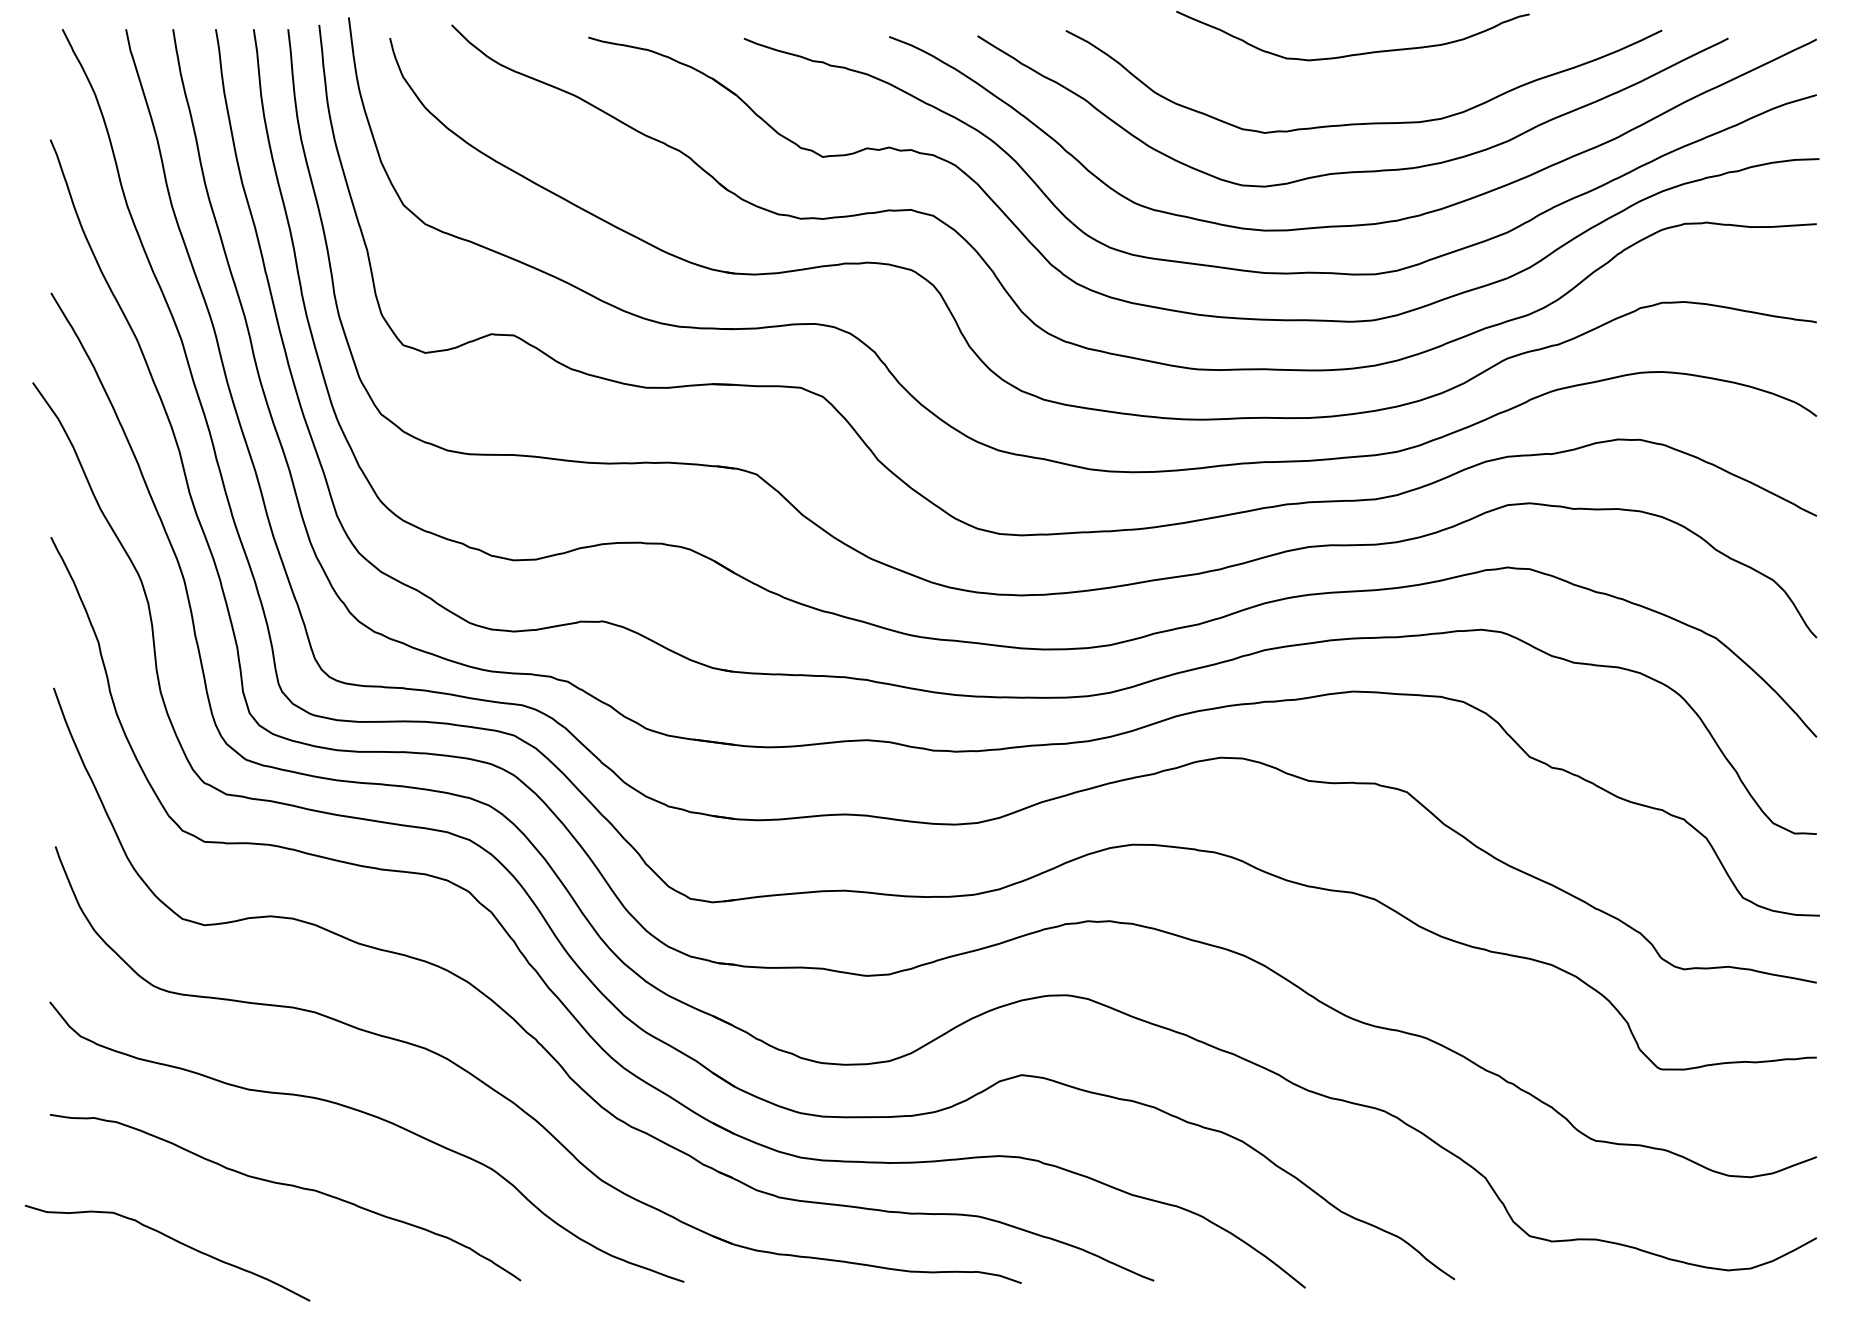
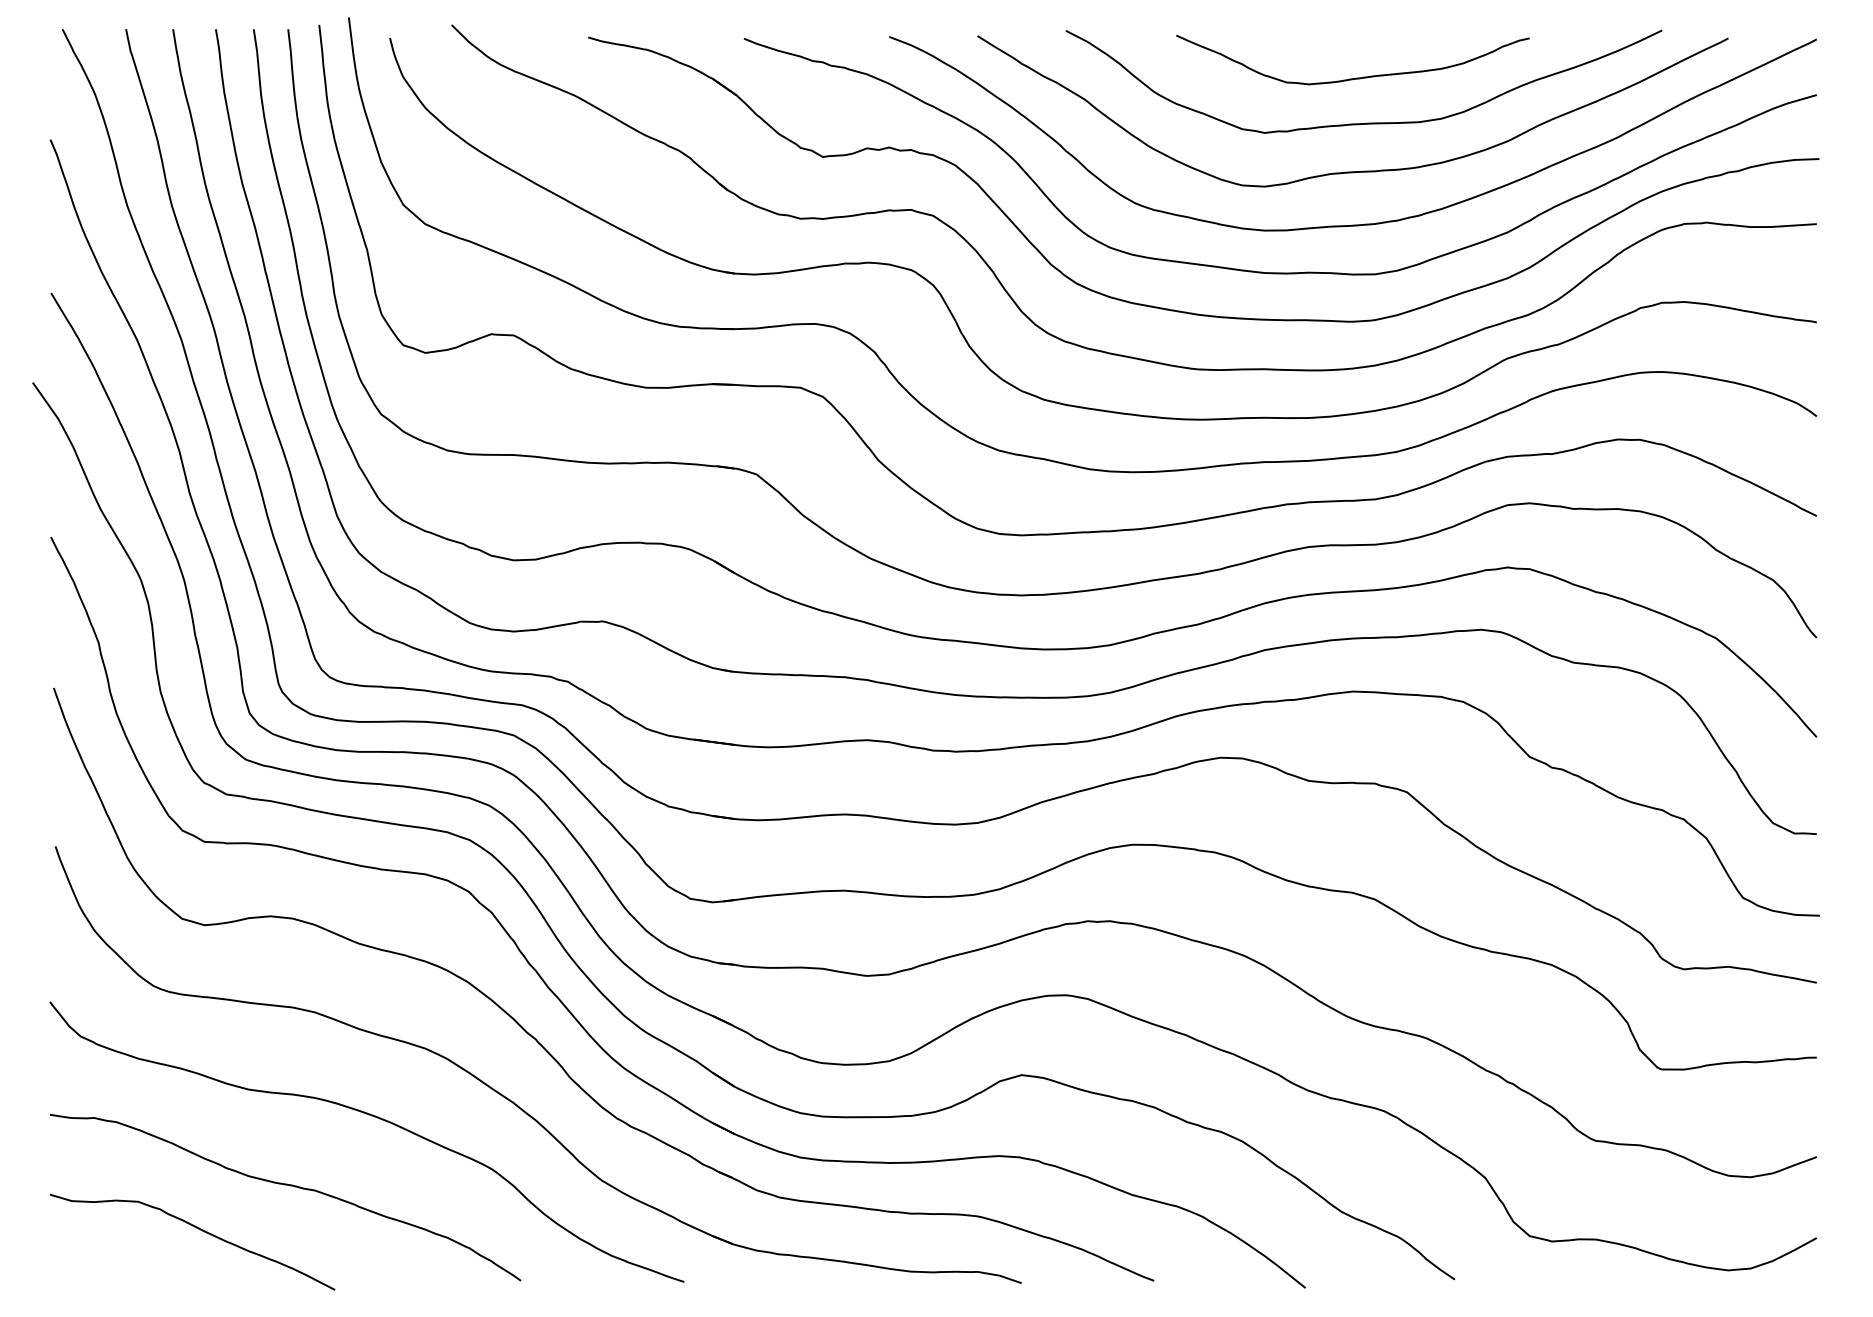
curve at (1356, 53) position: (1356, 53) -> (1356, 77)
curve at (173, 1240) position: (173, 1240) -> (198, 1229)
